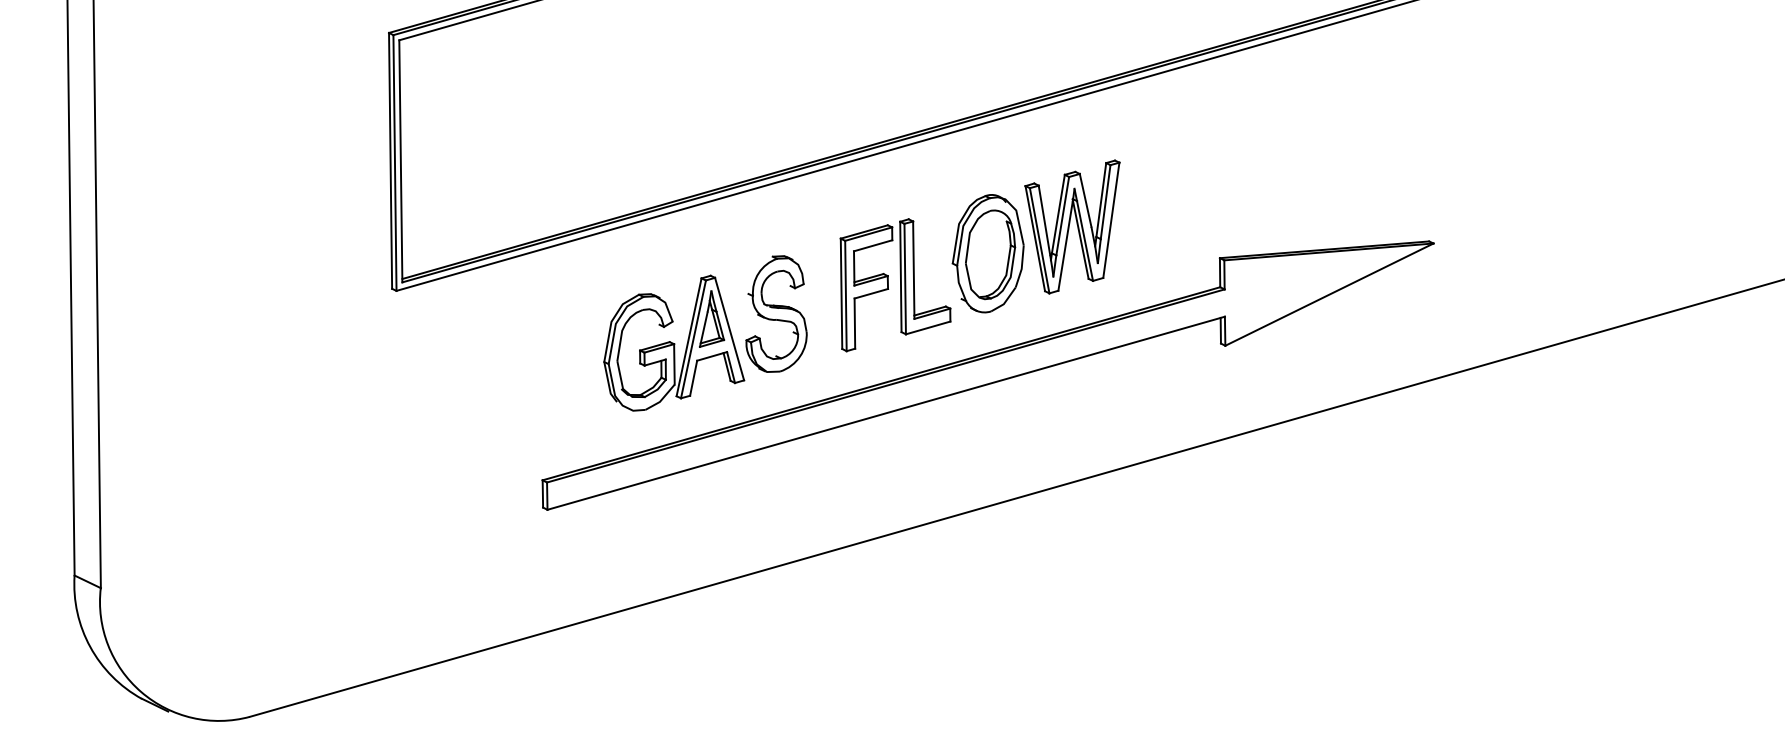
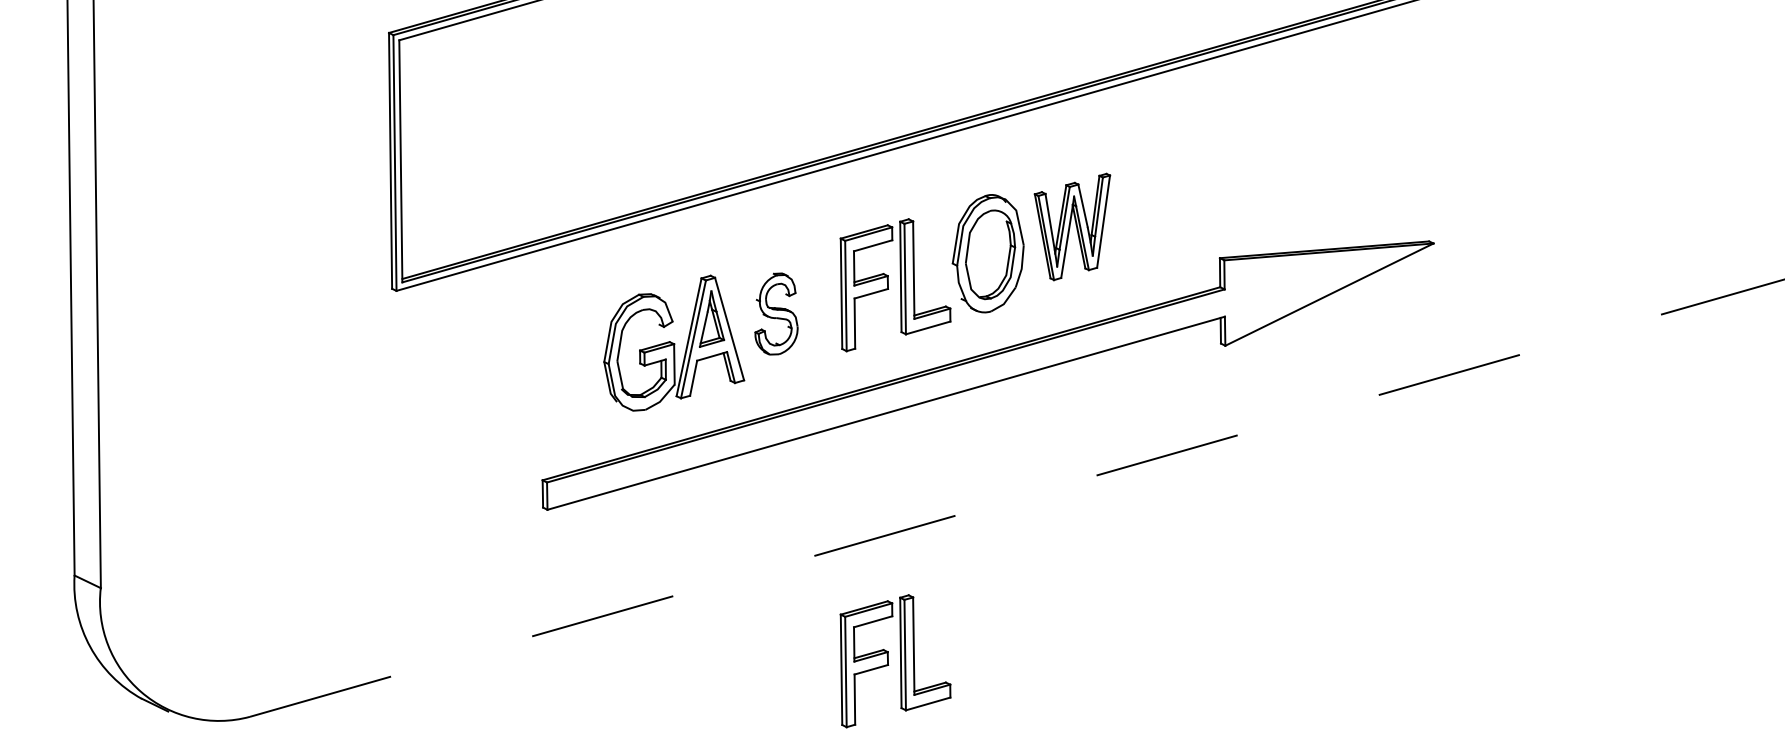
part at (1072, 226) size: 97x136 px -> 79x110 px
part at (776, 313) size: 63x118 px -> 45x84 px
line at (1017, 498): solid -> dashed
part at (895, 661): none -> present
